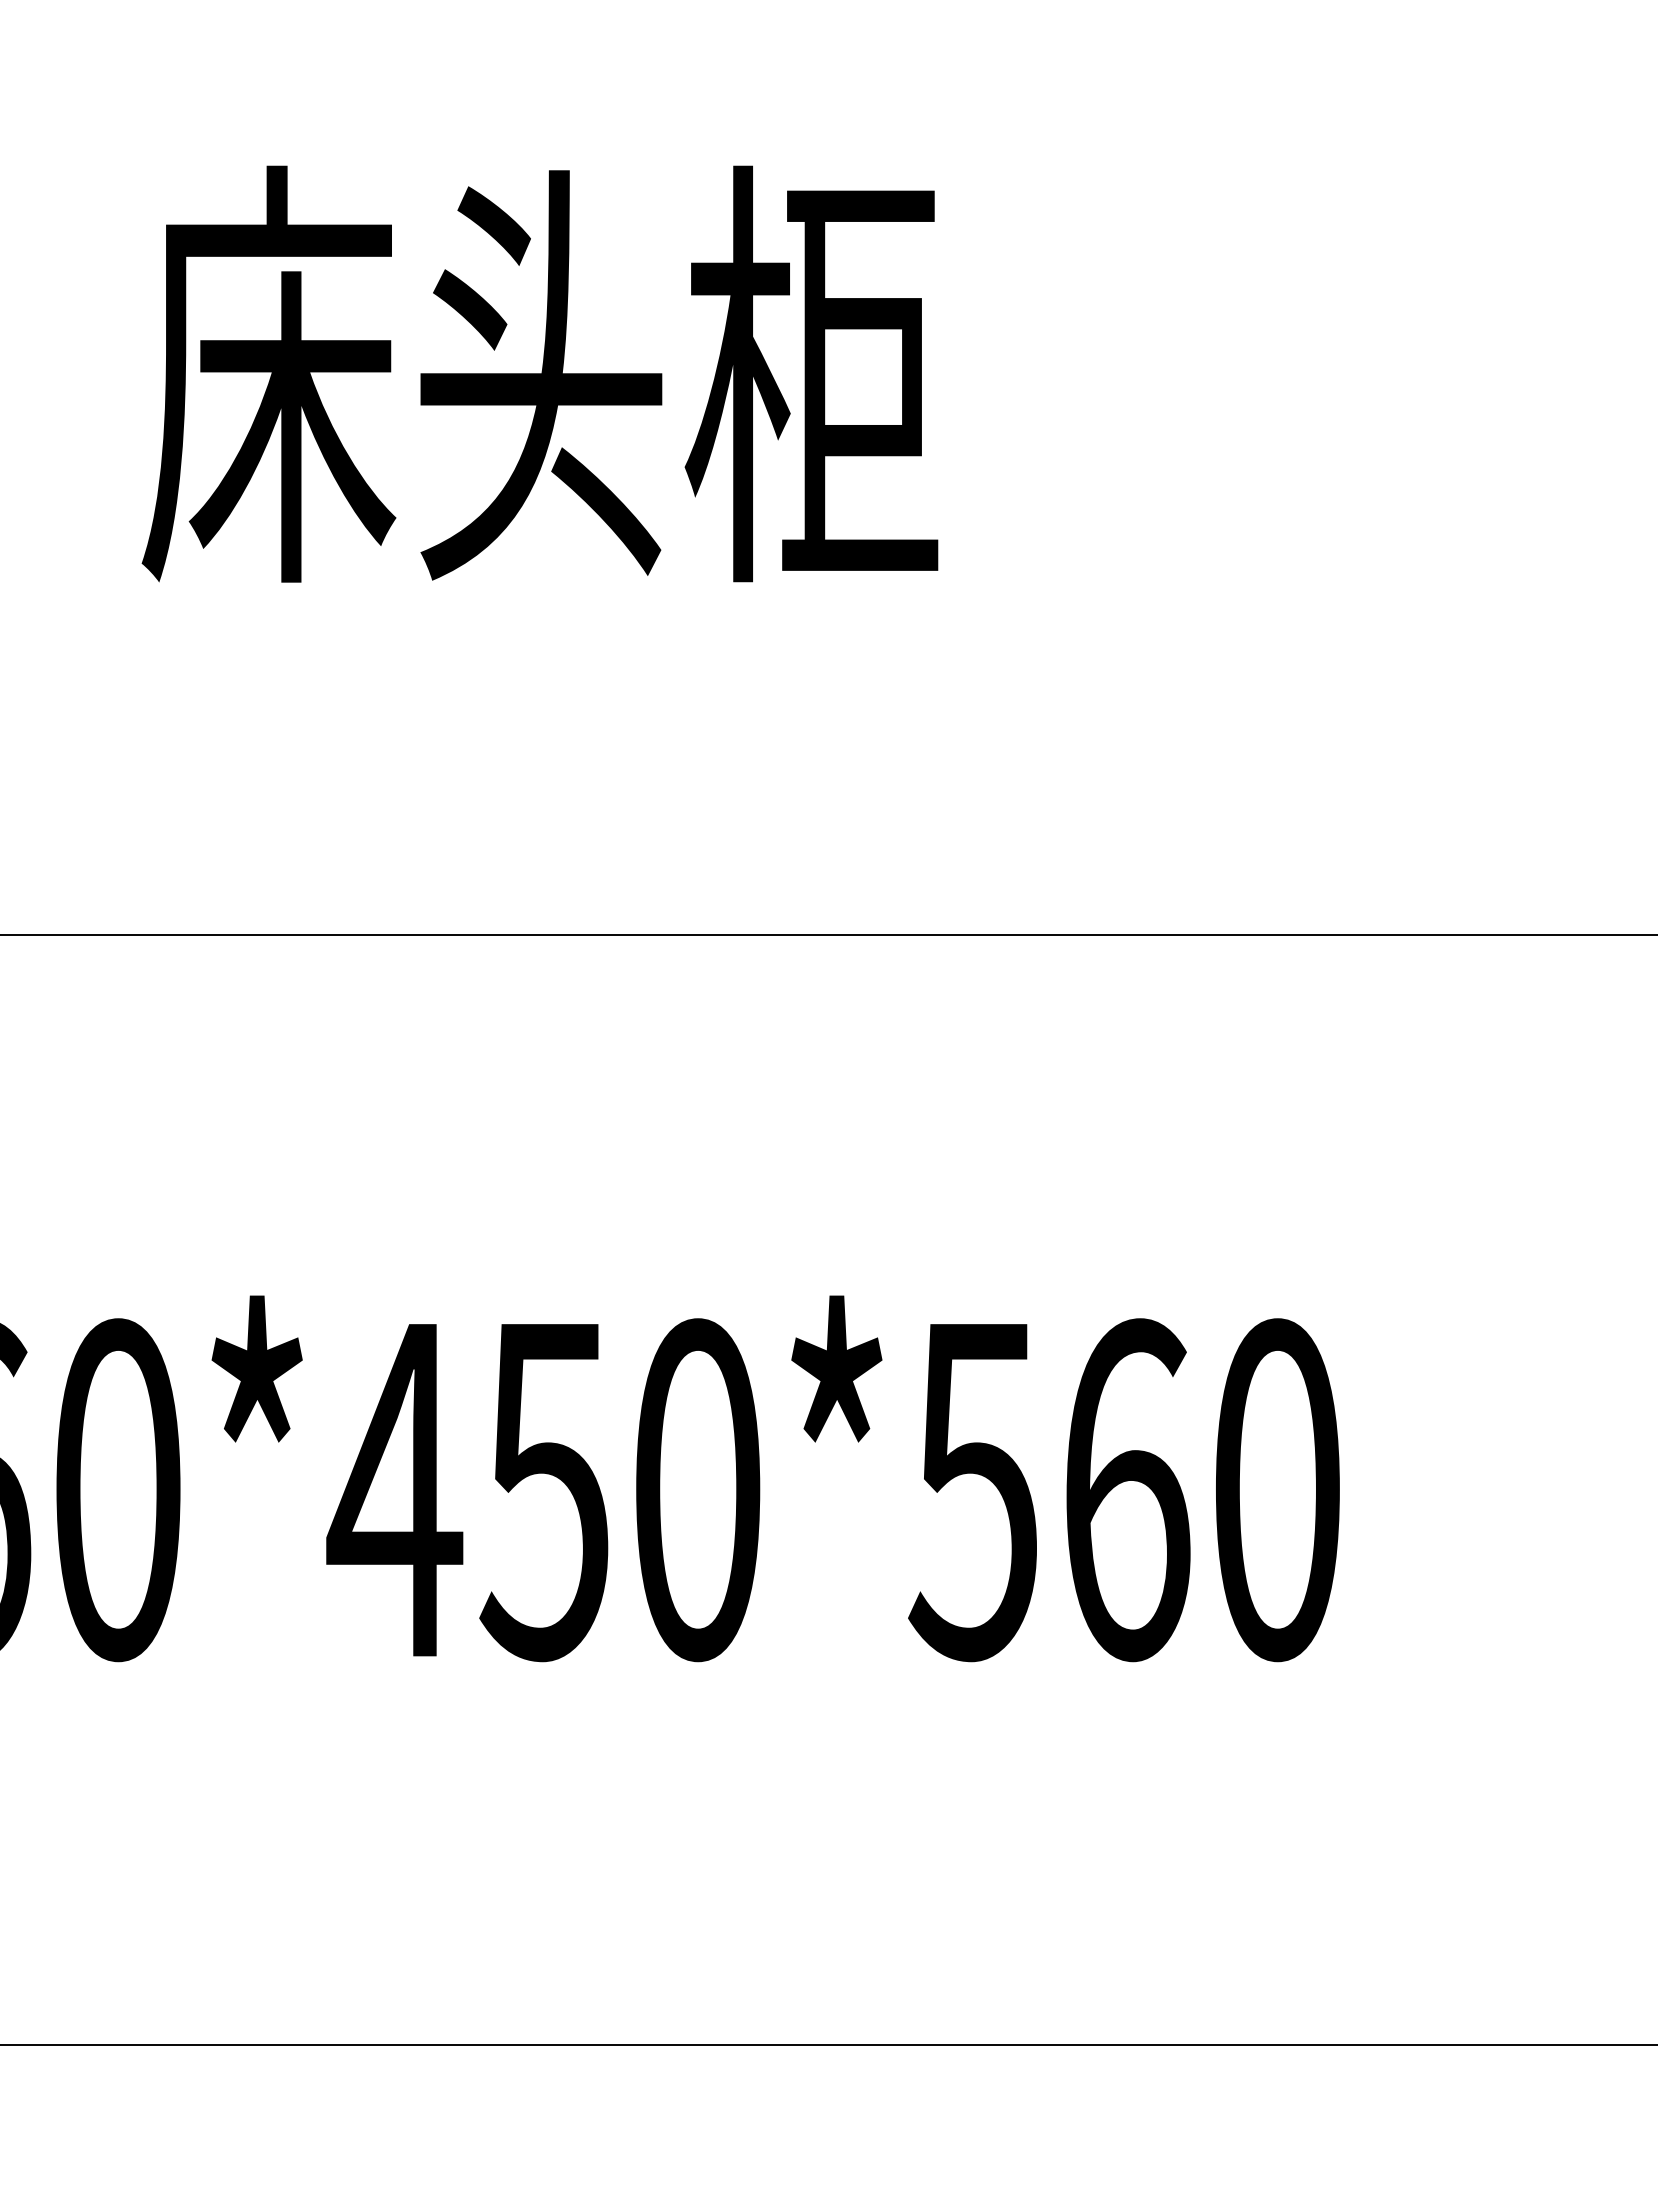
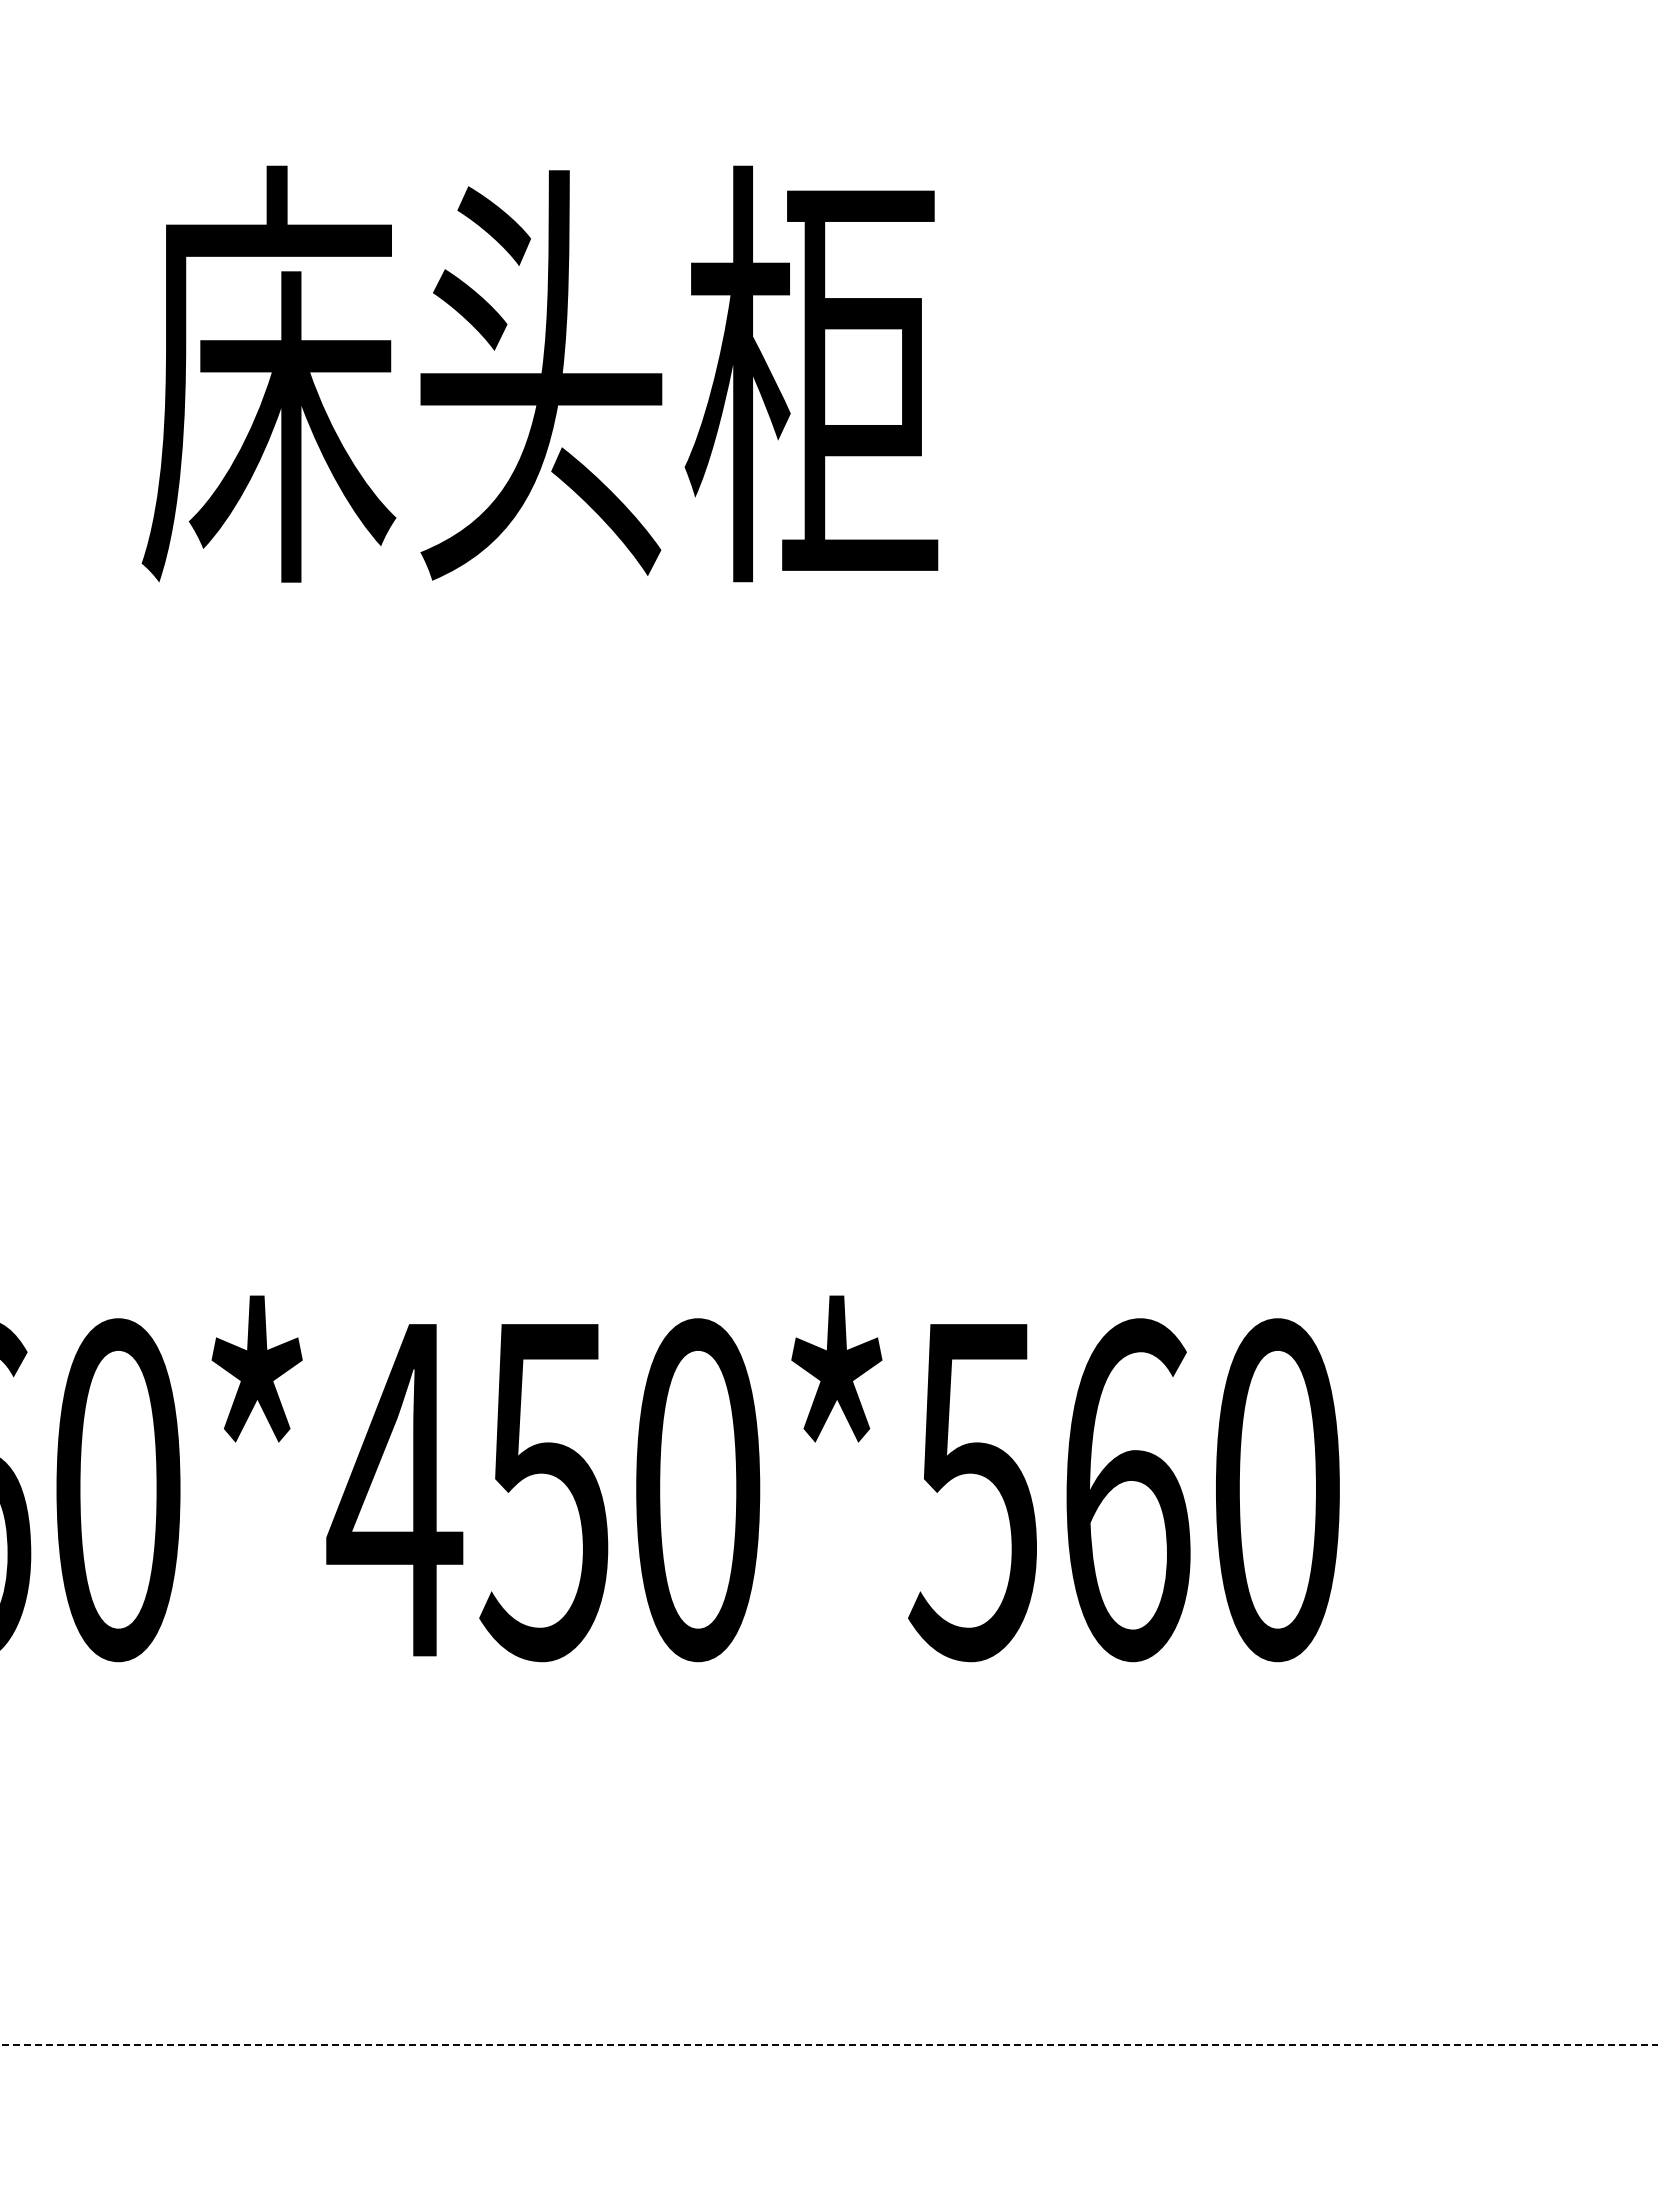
line at (828, 935): present -> none
line at (828, 2045): solid -> dashed
